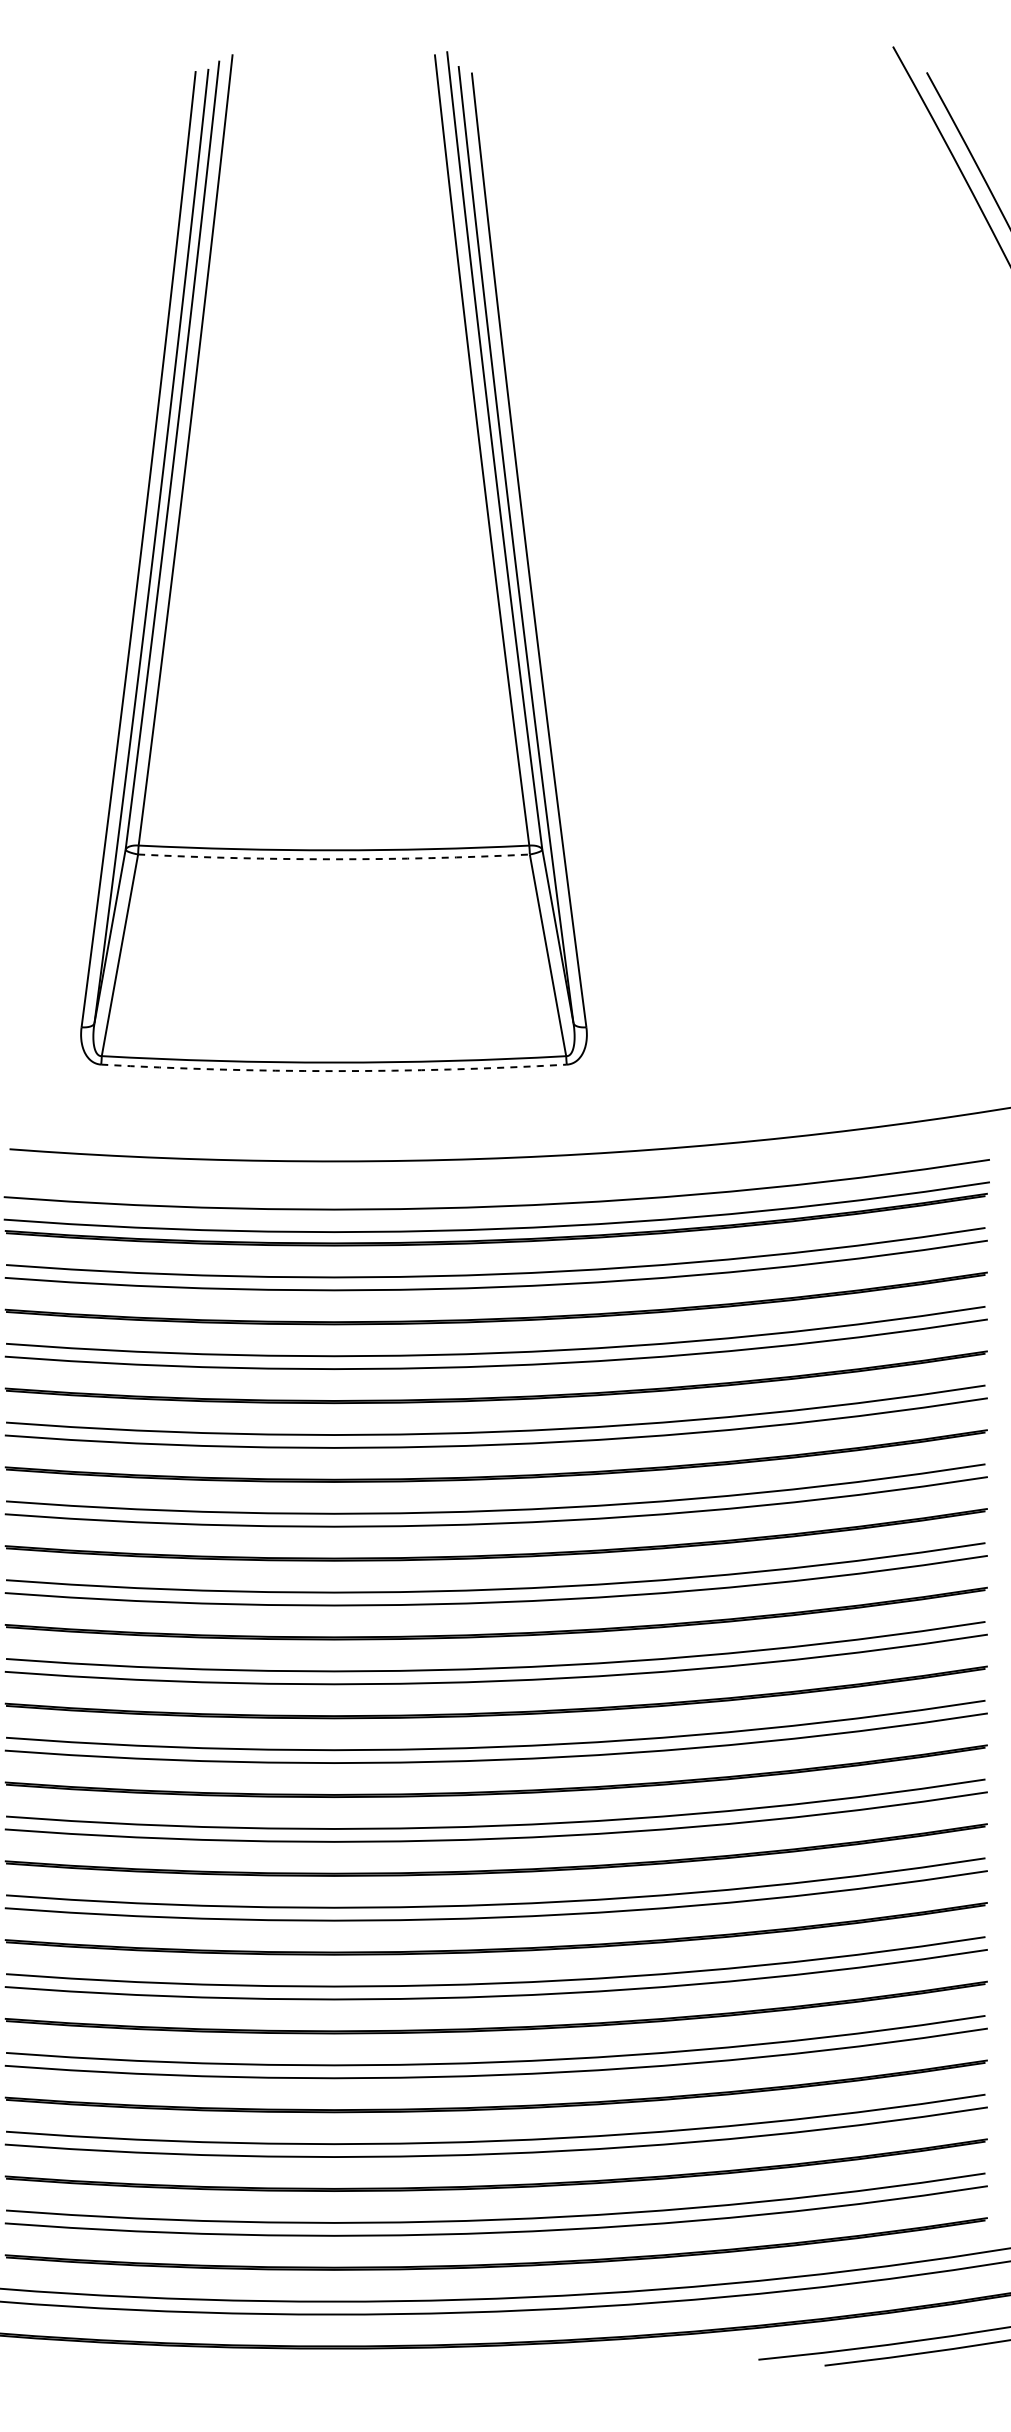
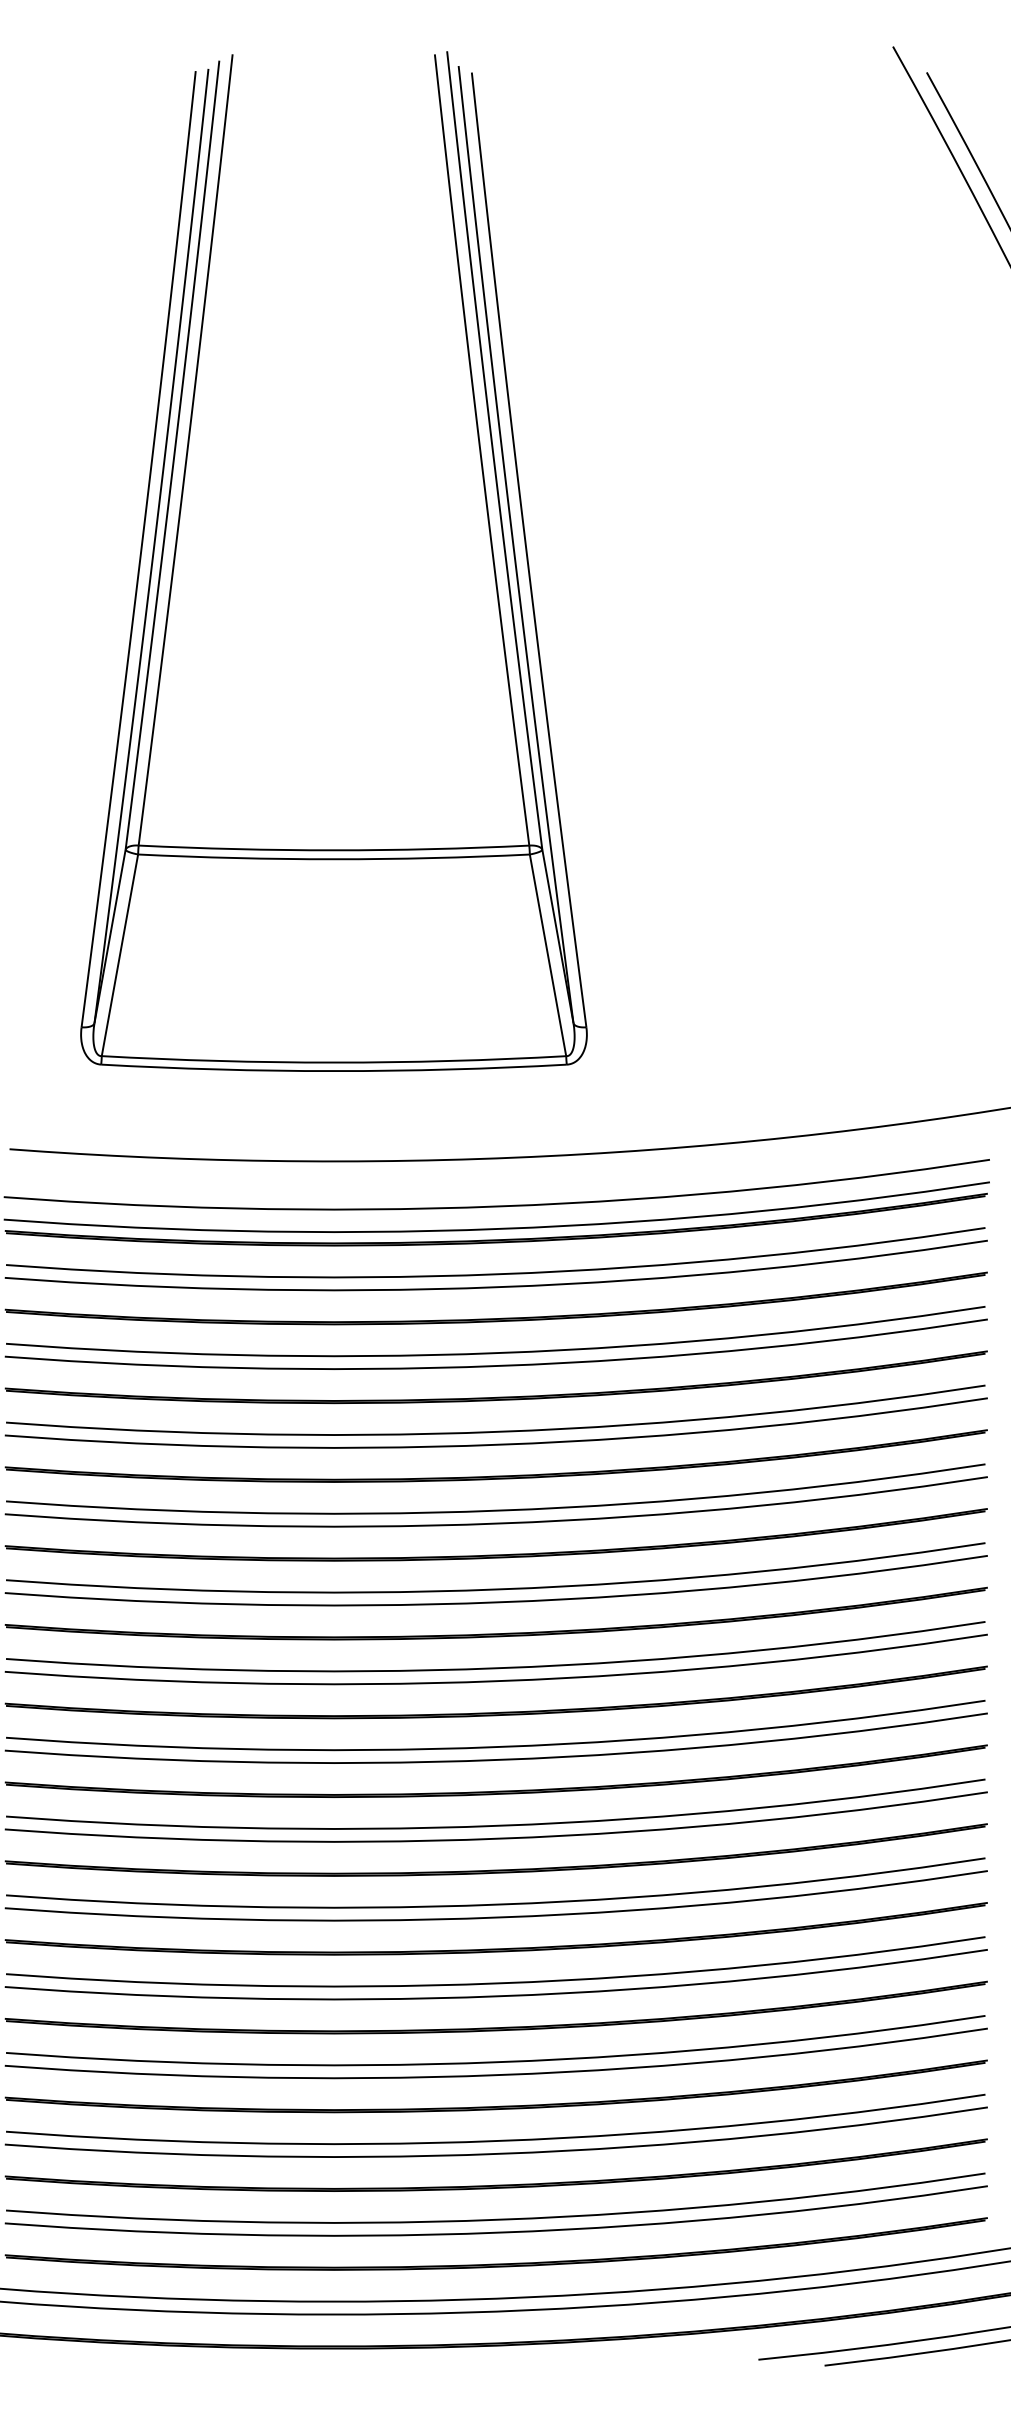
arc at (333, 859): dashed -> solid
arc at (334, 1071): dashed -> solid
